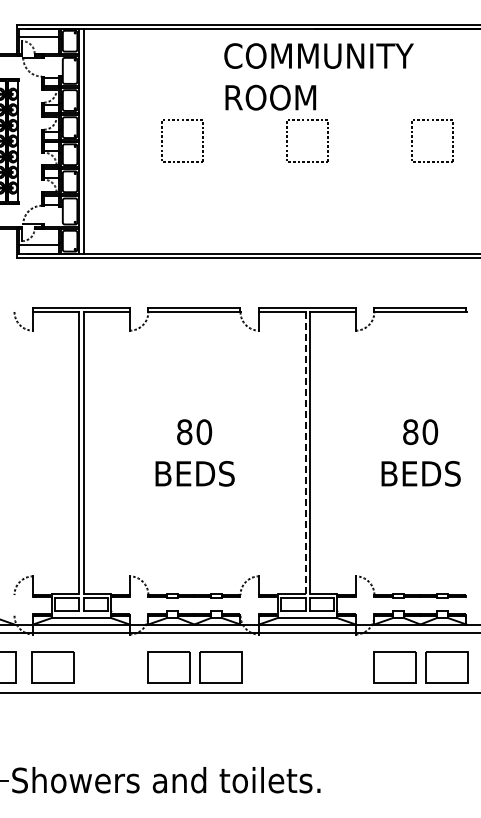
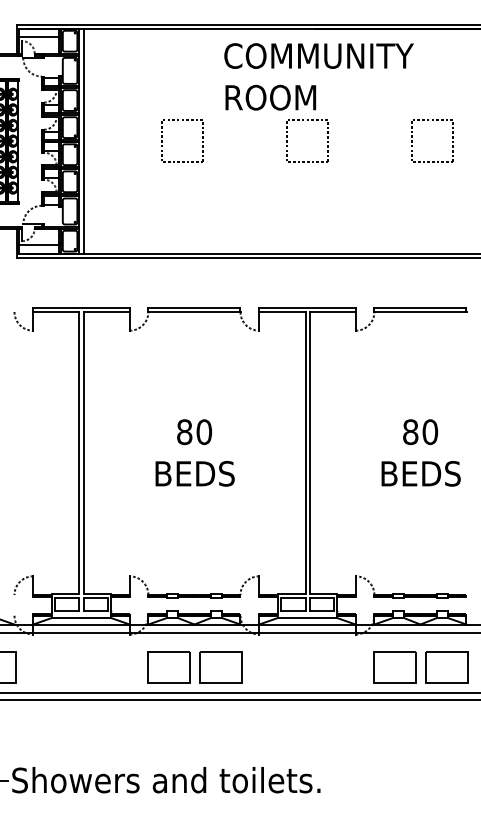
line at (305, 453): dashed -> solid
part at (52, 667): present -> none
line at (239, 699): none -> present
